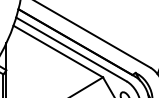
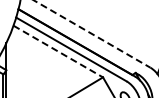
line at (92, 34): solid -> dashed
line at (58, 51): solid -> dashed
